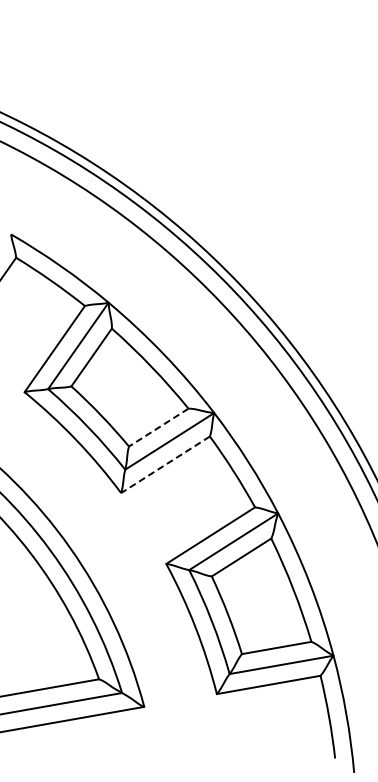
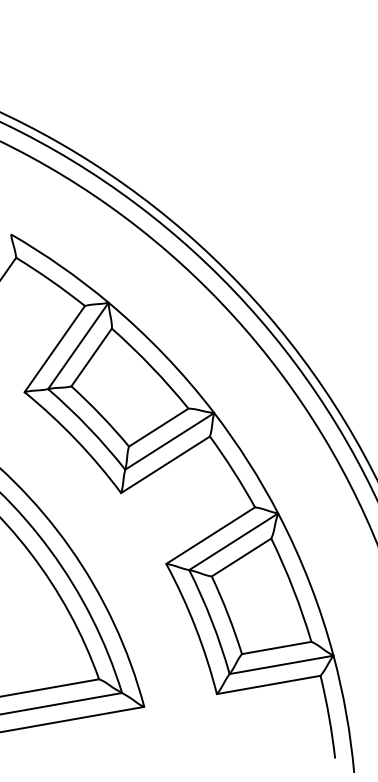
line at (158, 427): dashed -> solid
line at (165, 464): dashed -> solid
